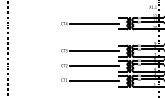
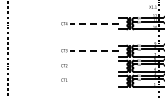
line at (94, 23): solid -> dashed
line at (94, 51): solid -> dashed
line at (94, 66): present -> none
line at (94, 81): present -> none
